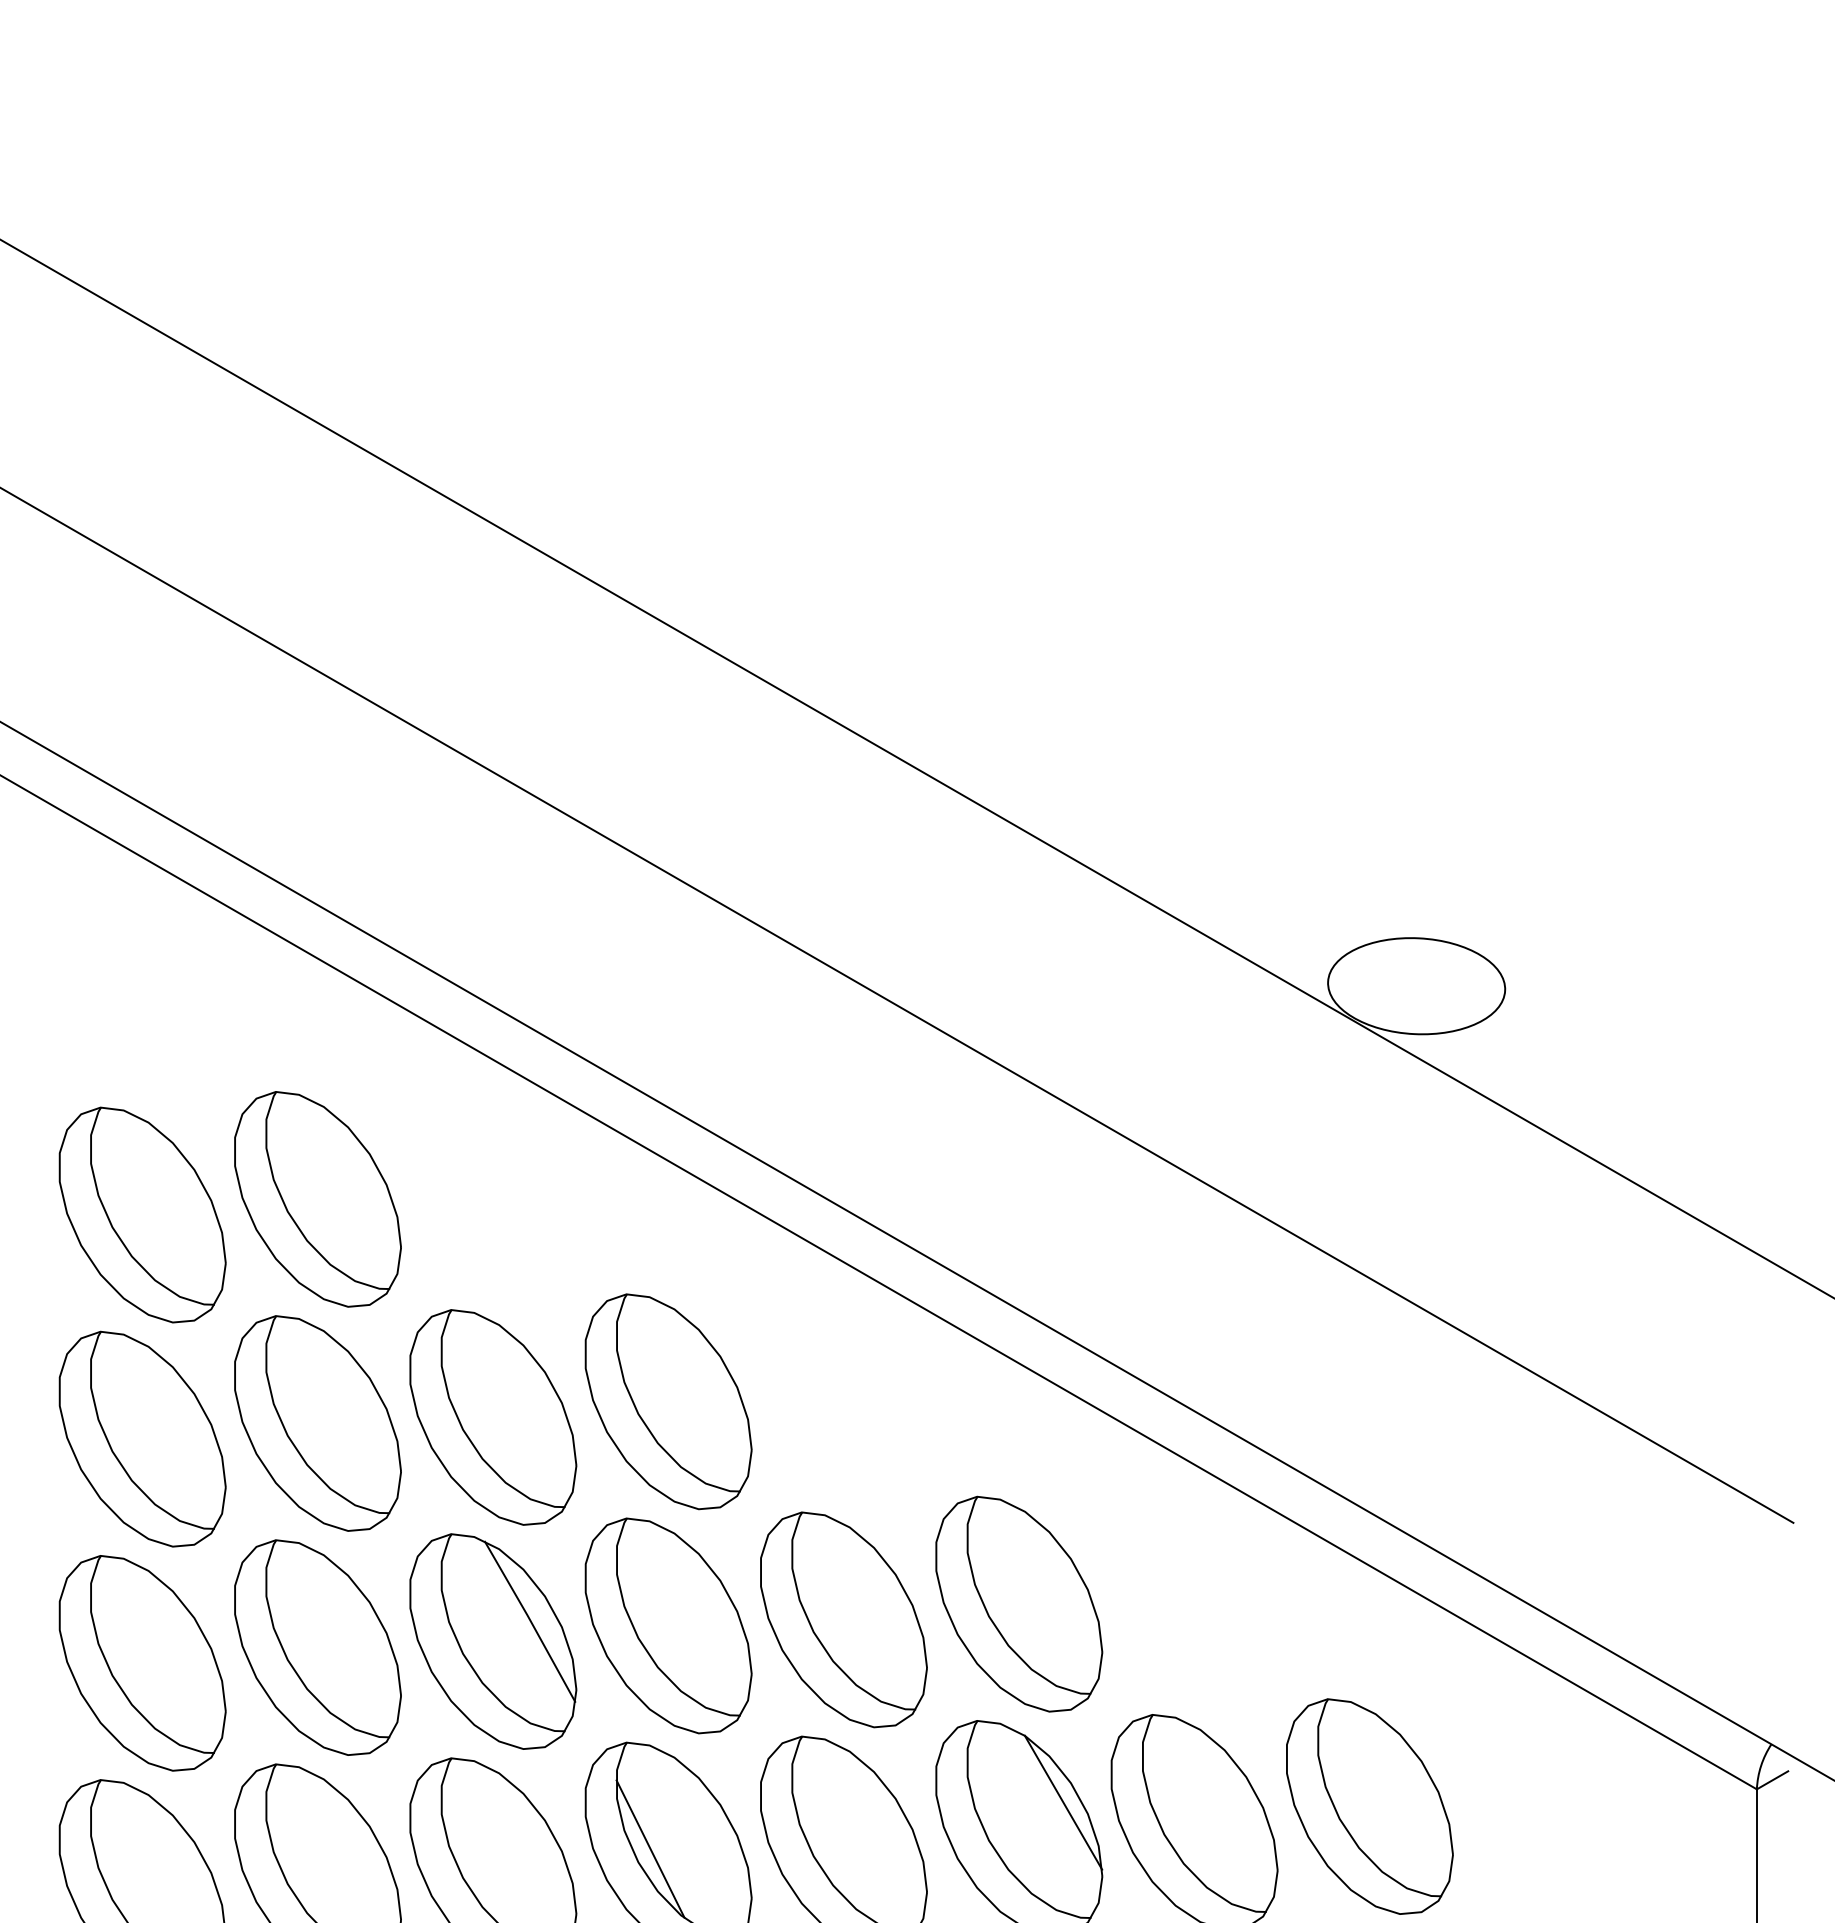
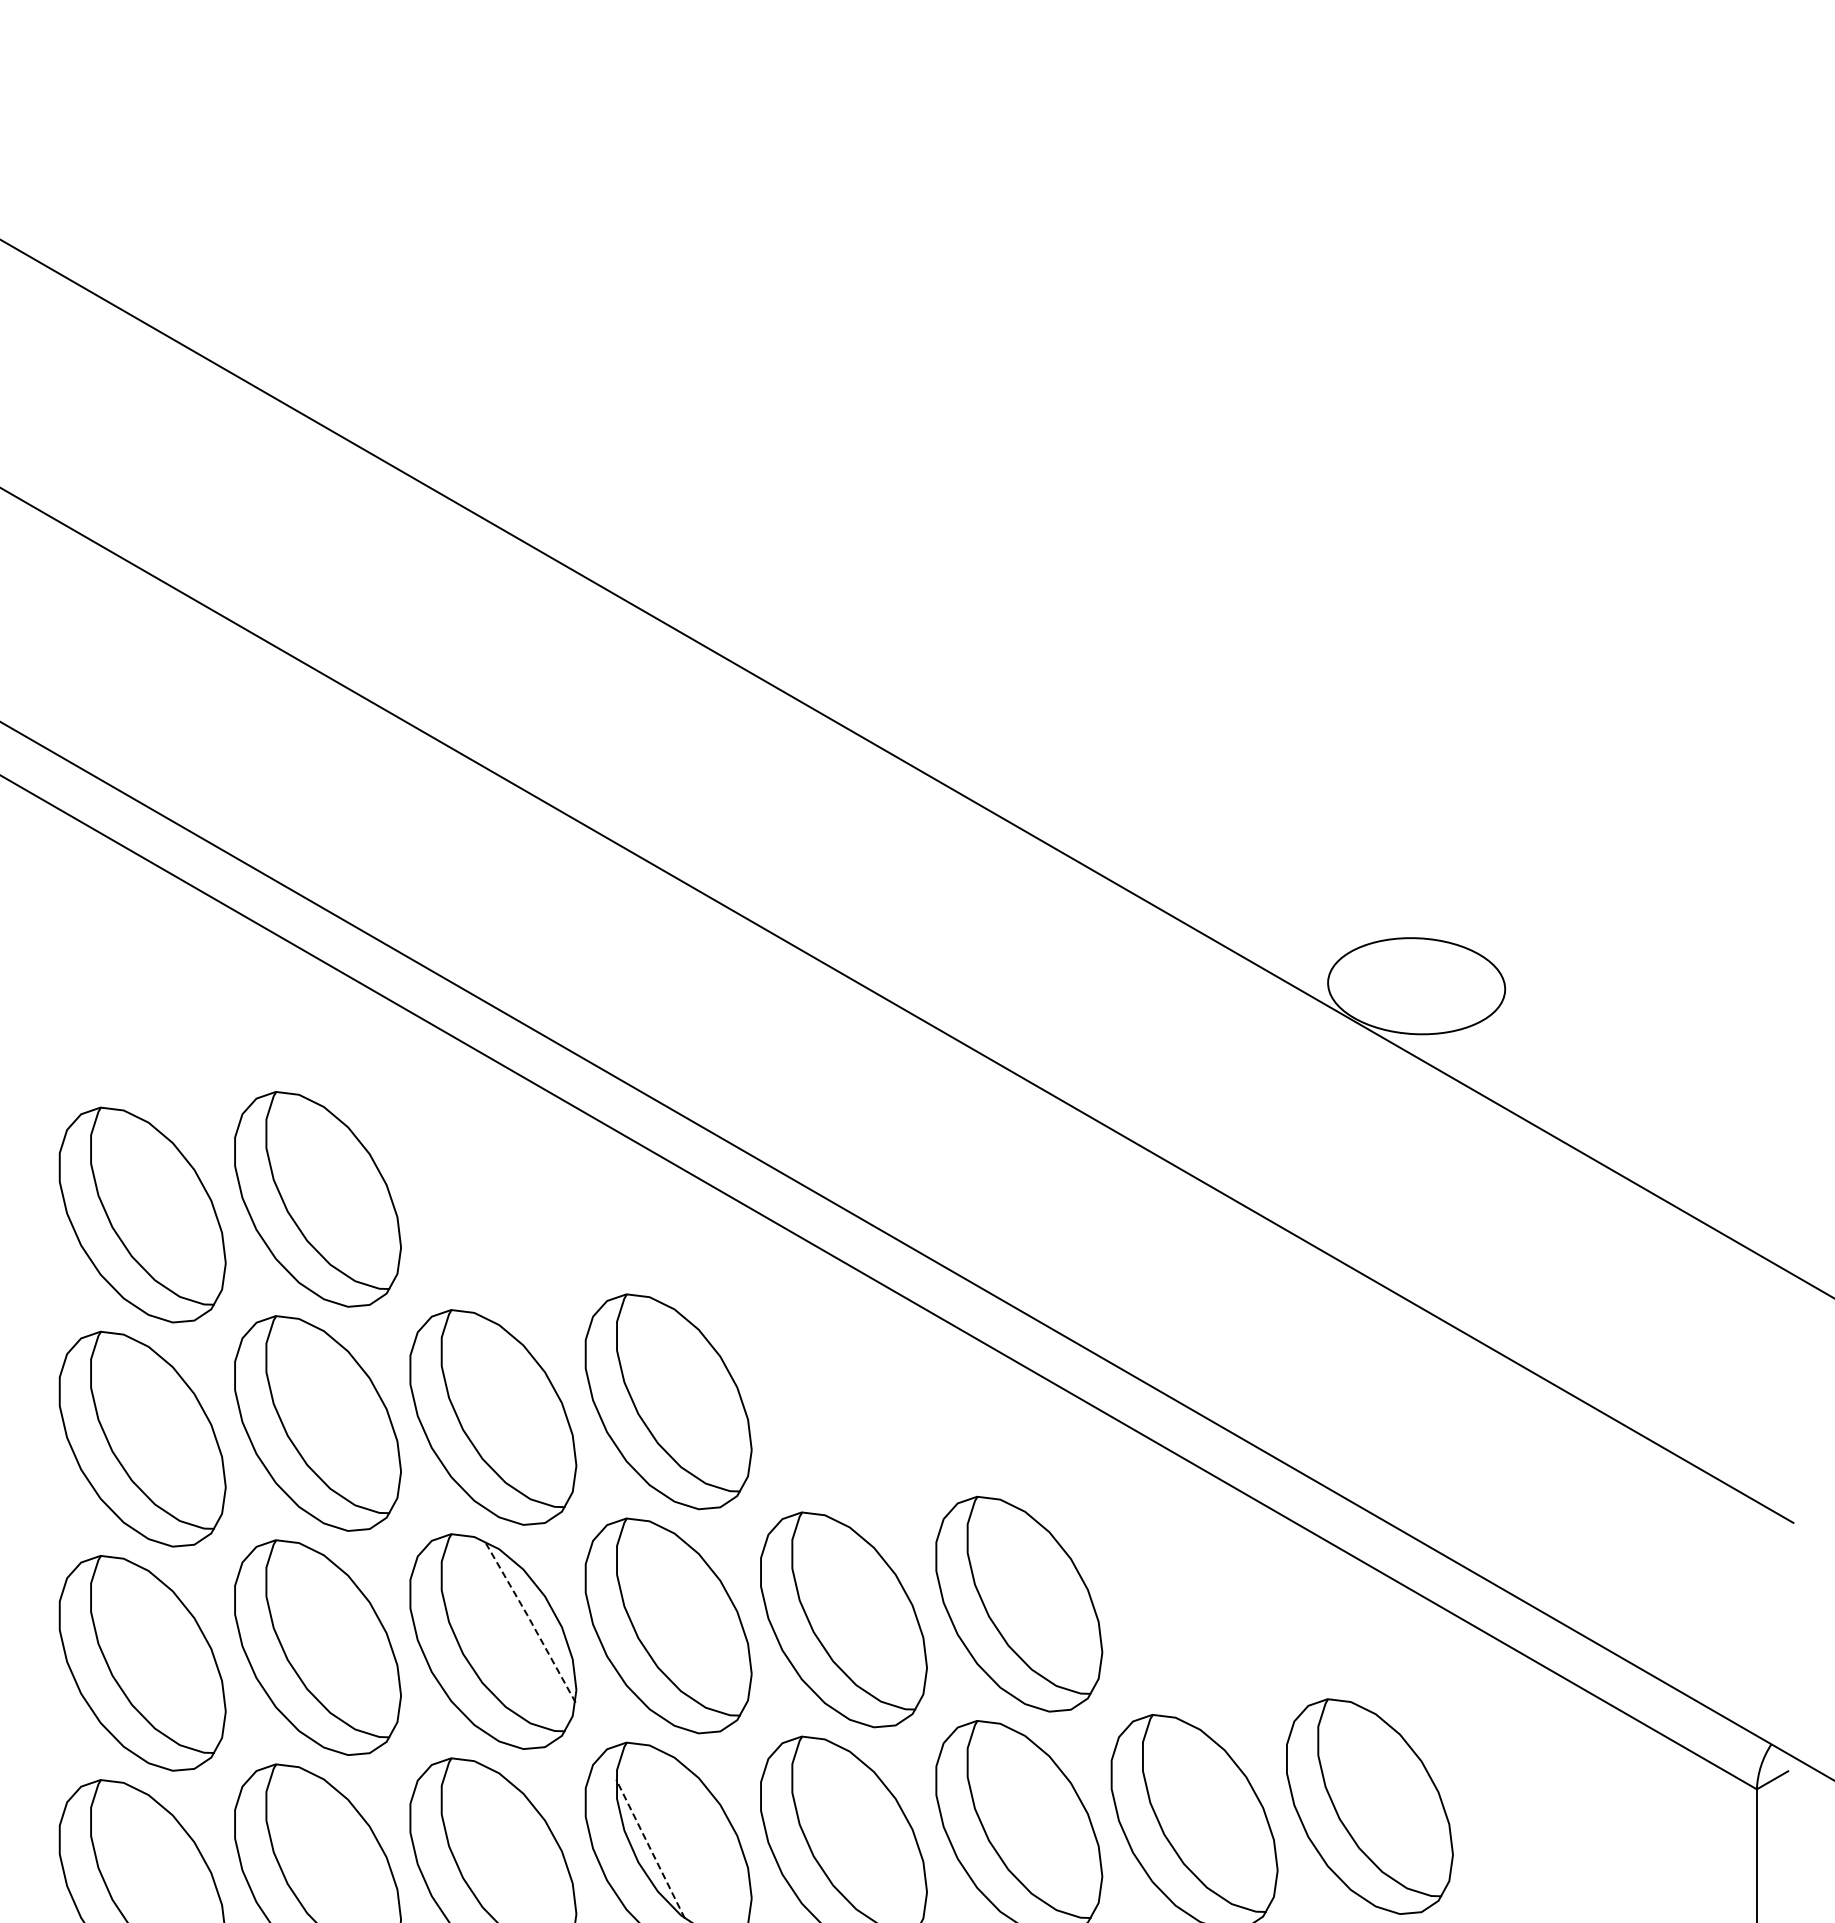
line at (530, 1620): solid -> dashed
line at (1063, 1802): present -> none
line at (650, 1849): solid -> dashed
